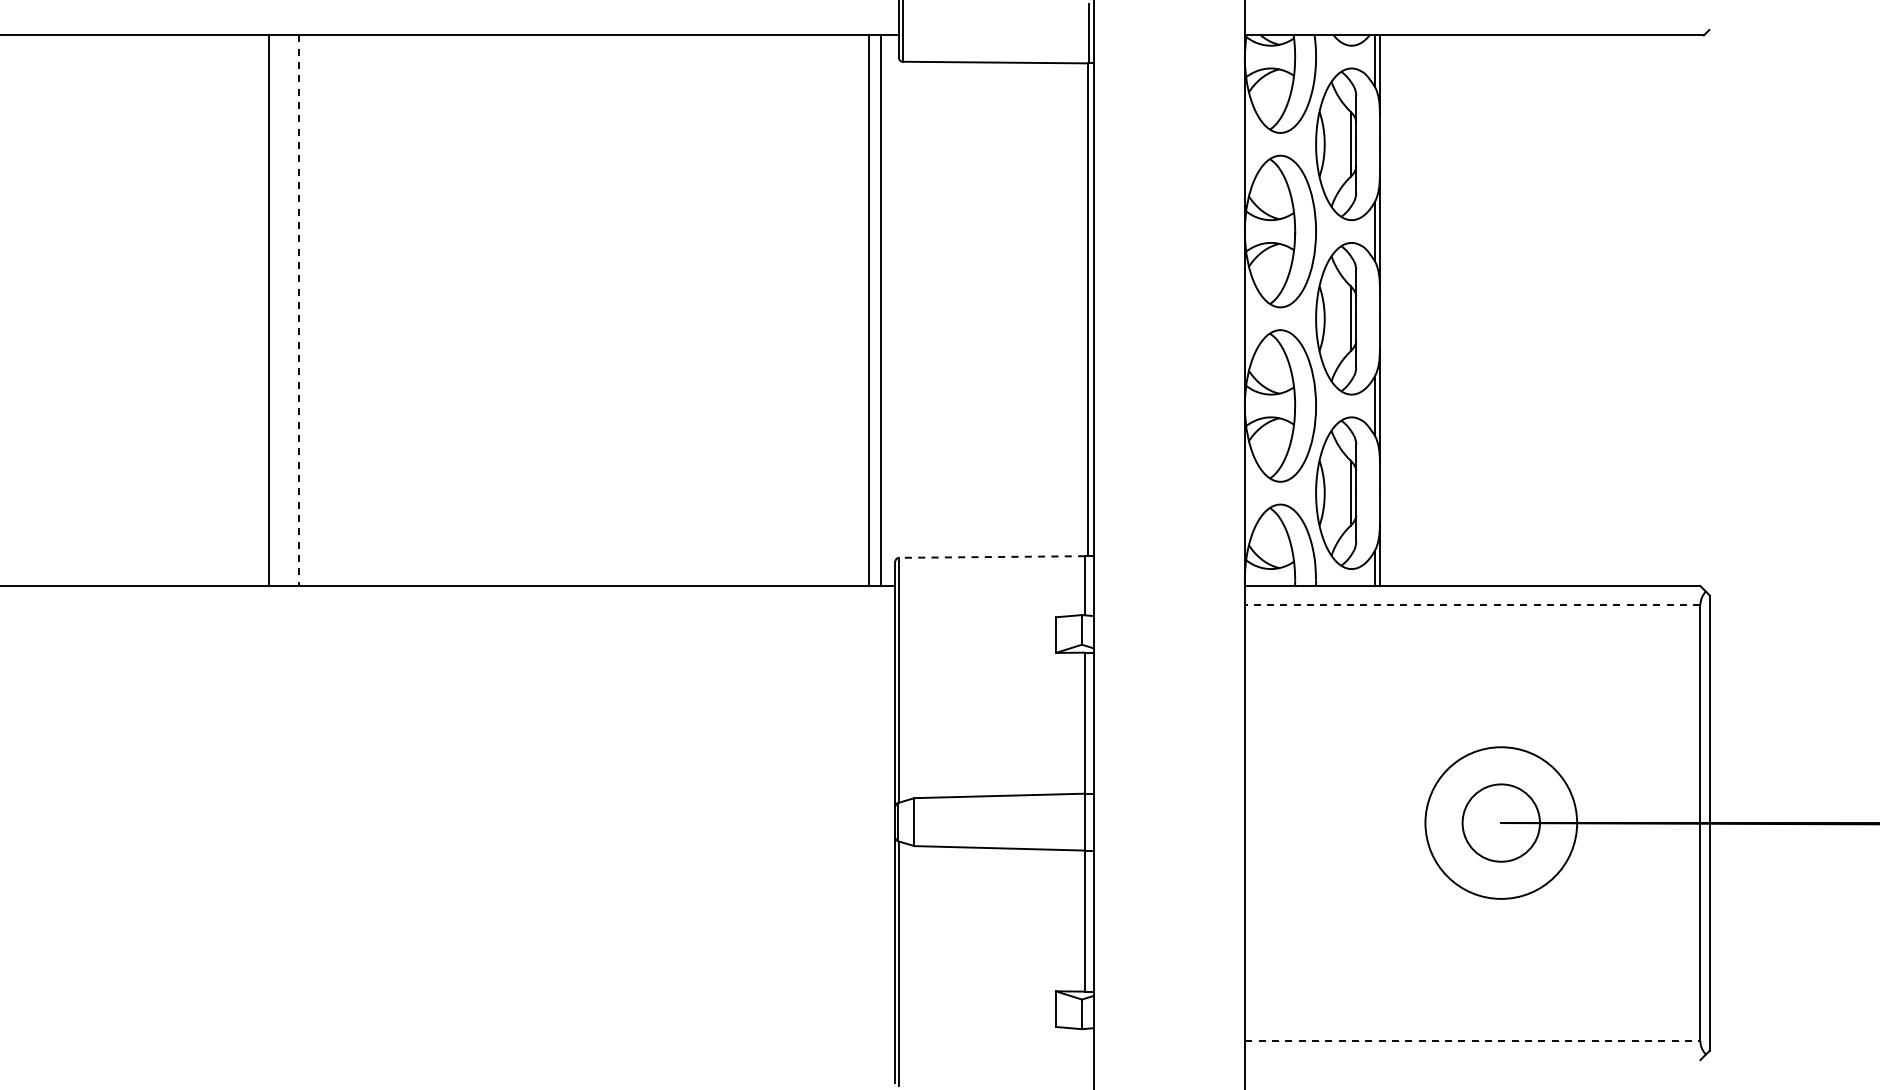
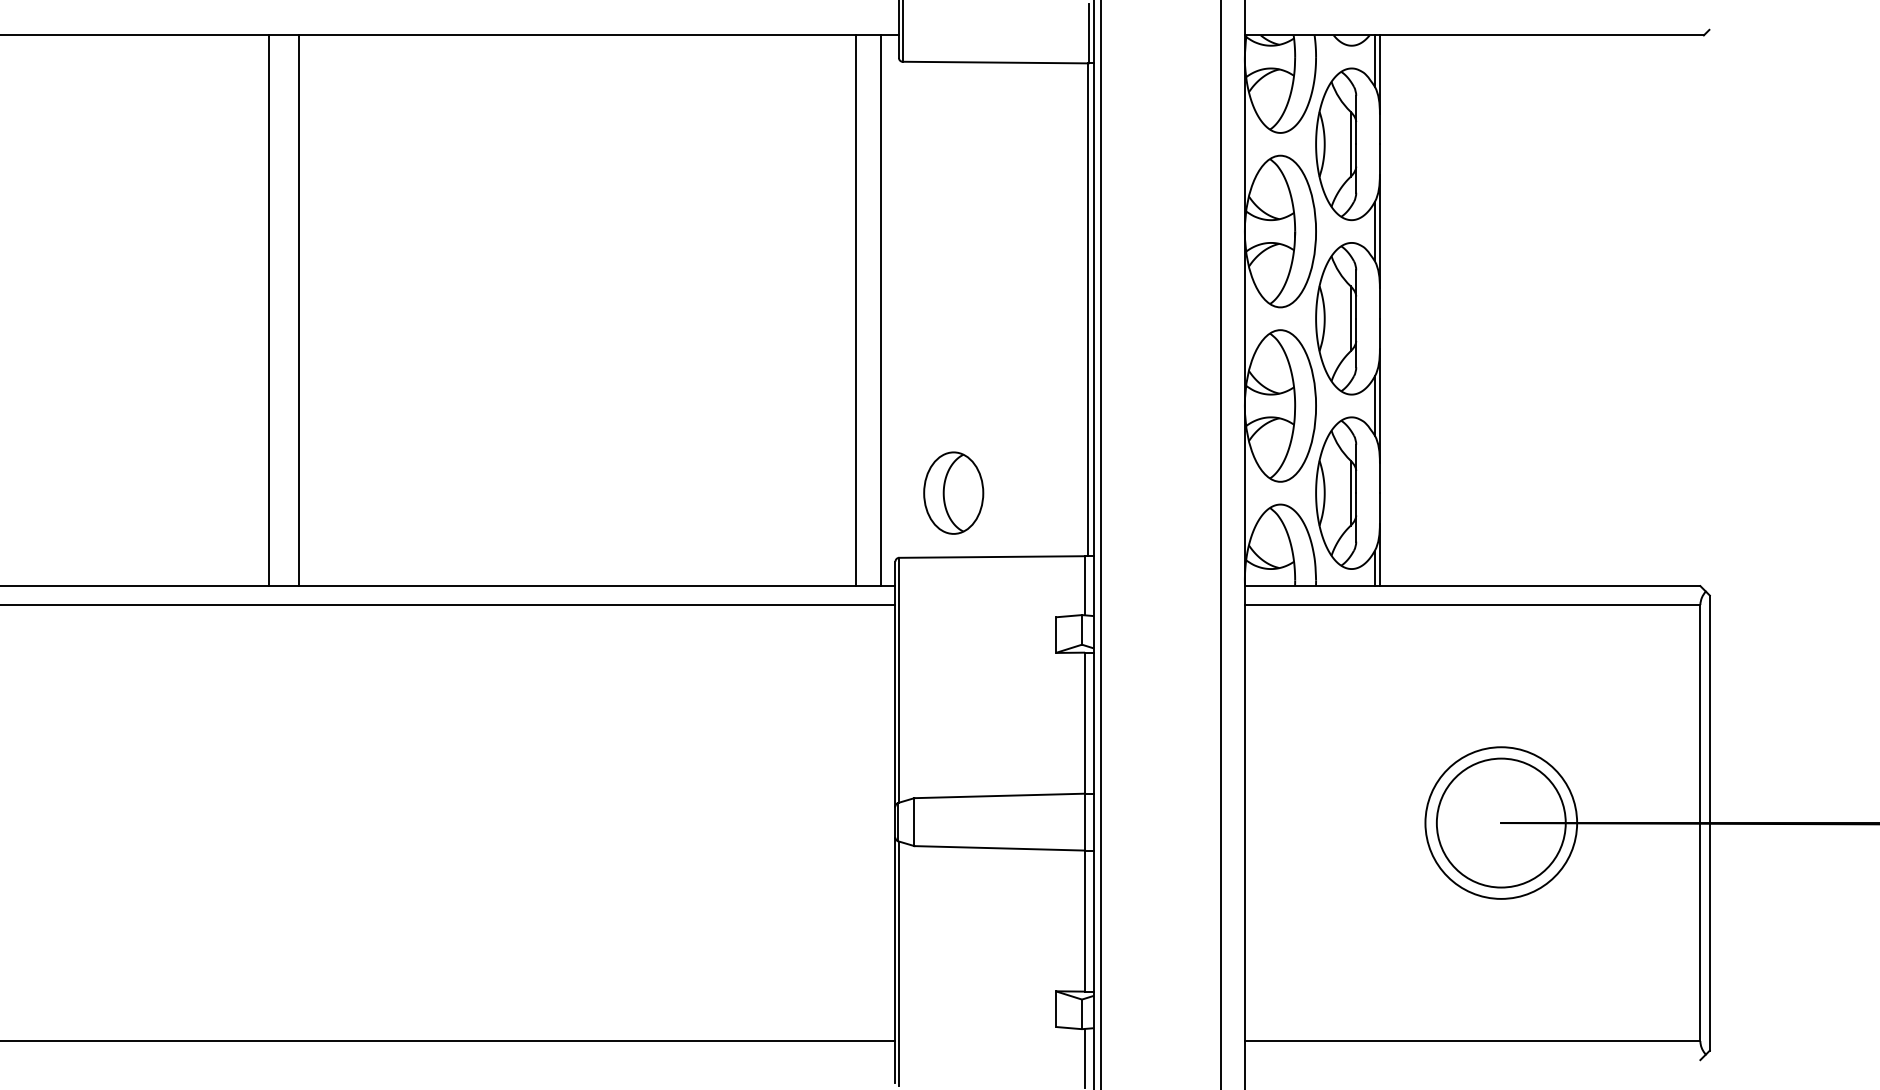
line at (868, 310) position: (868, 310) -> (855, 310)
line at (299, 311): dashed -> solid
part at (953, 492): none -> present
line at (1101, 544): none -> present
line at (1220, 544): none -> present
line at (992, 557): dashed -> solid
line at (448, 605): none -> present
line at (1472, 605): dashed -> solid
circle at (1500, 822) diameter: 77 px -> 129 px
line at (448, 1041): none -> present
line at (1472, 1041): dashed -> solid
line at (1085, 1057): none -> present
